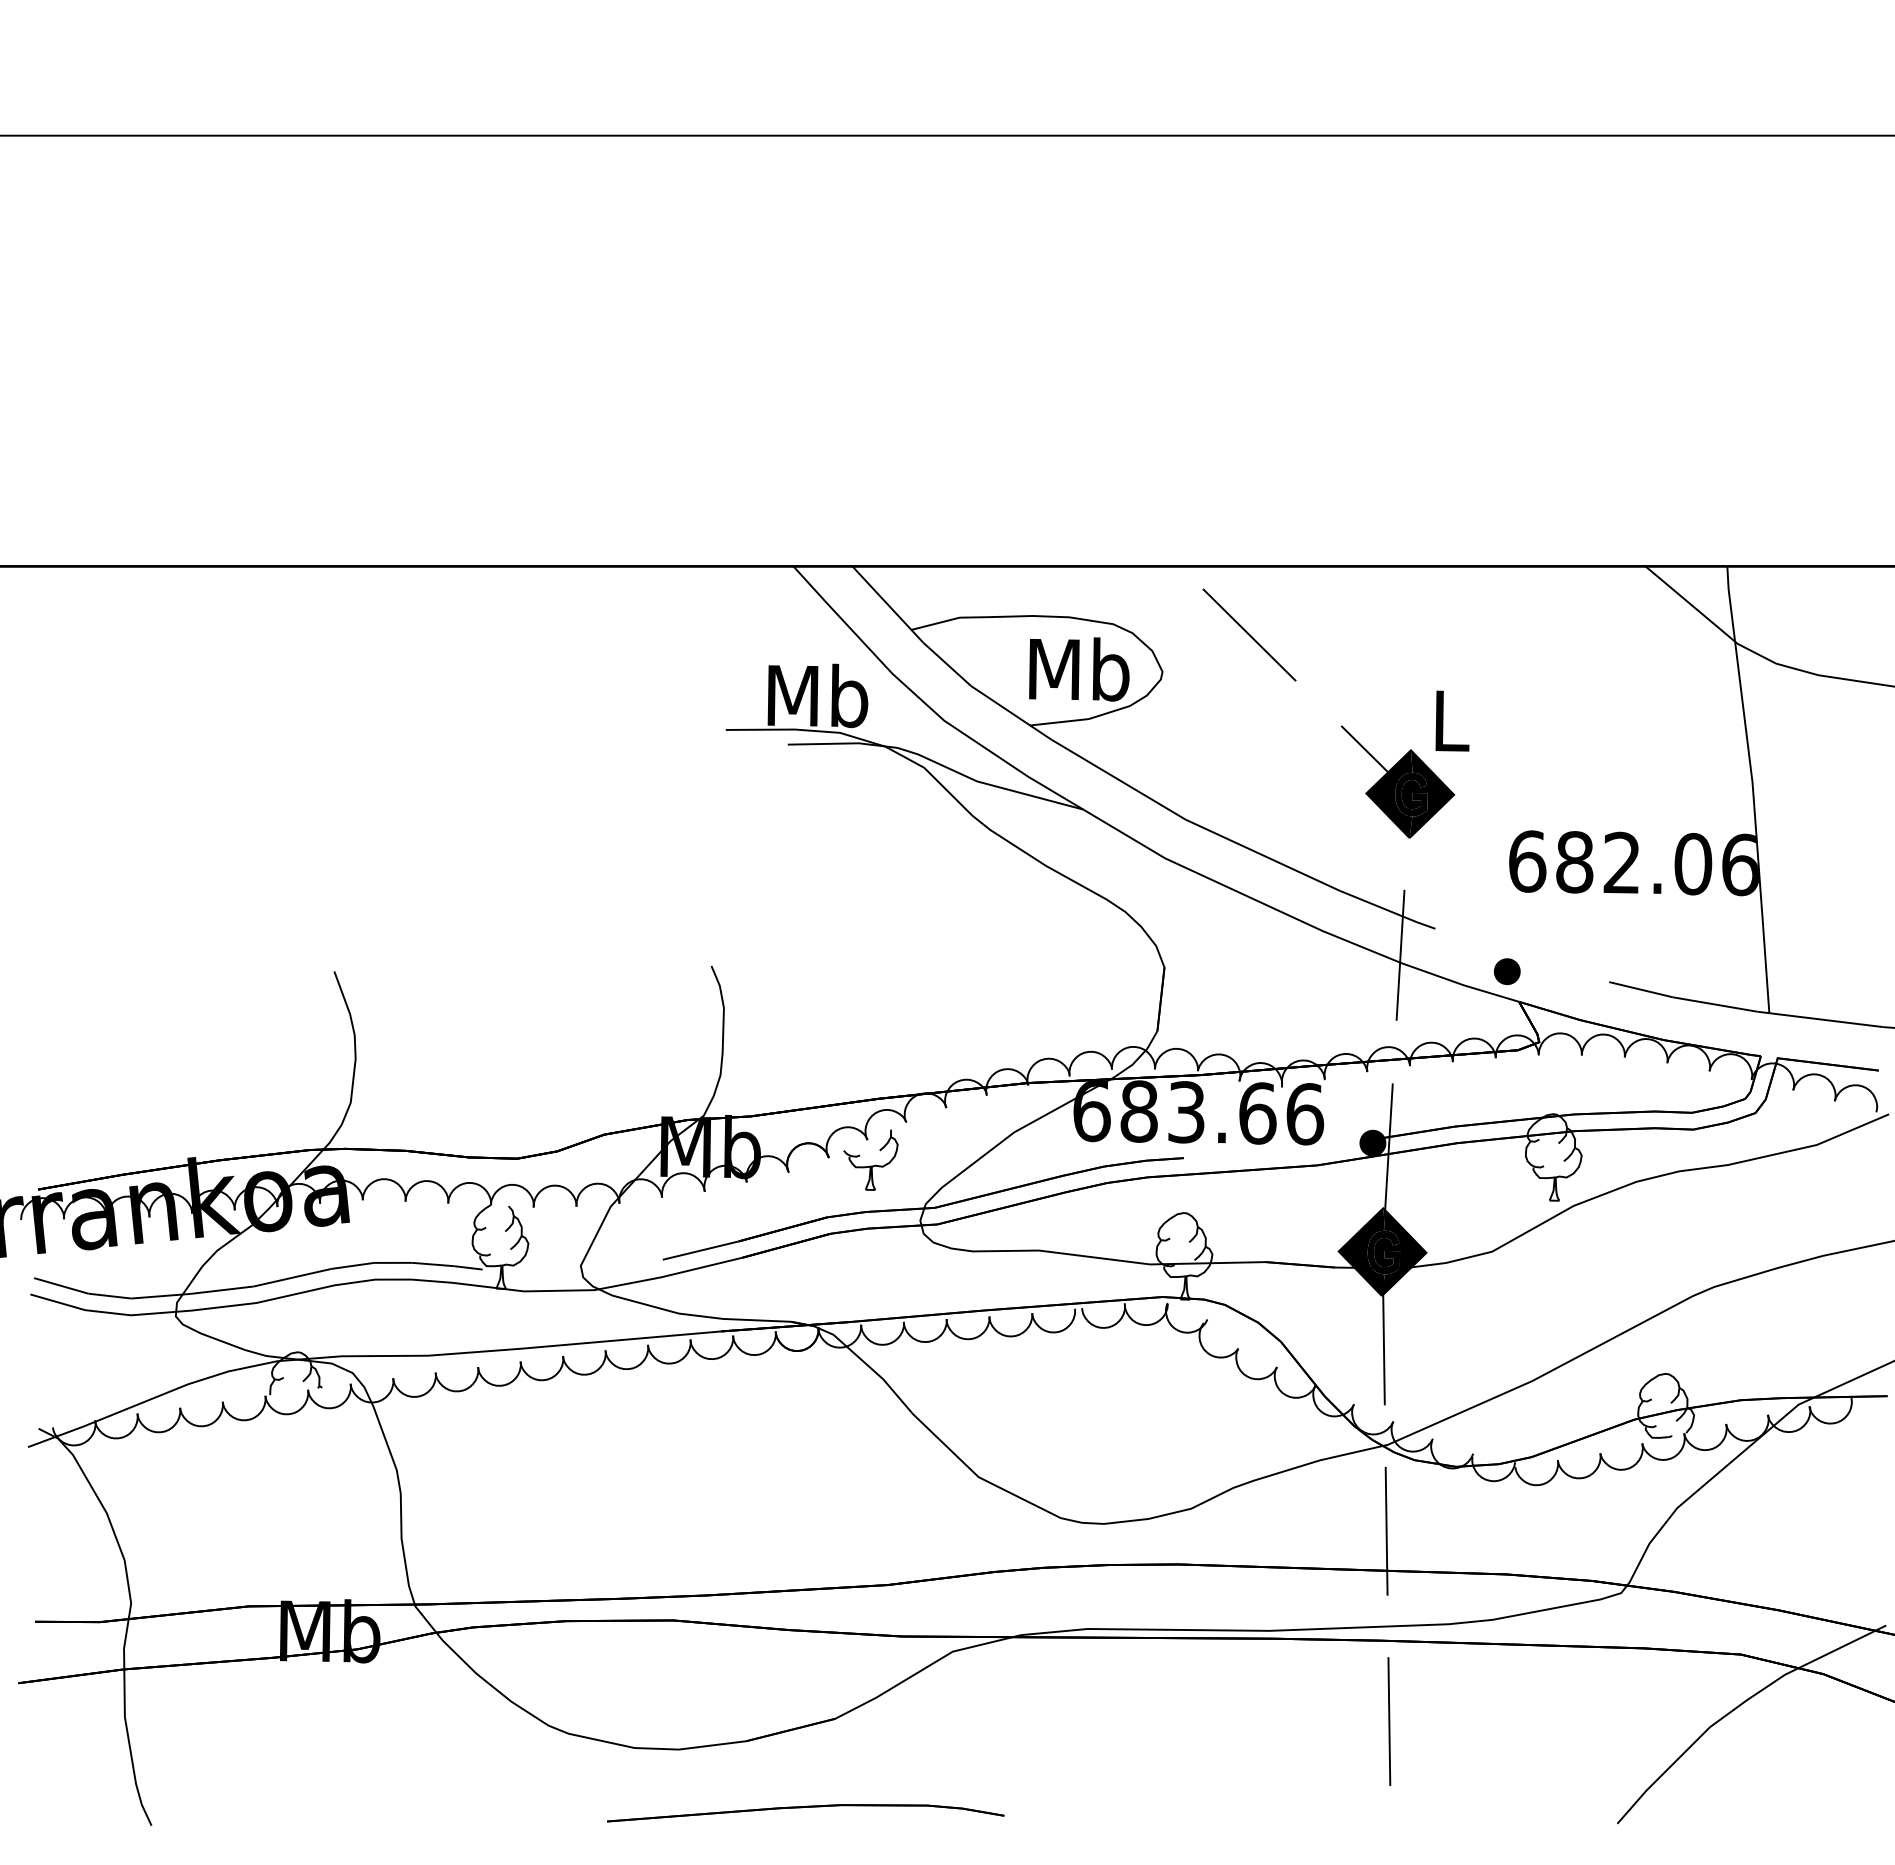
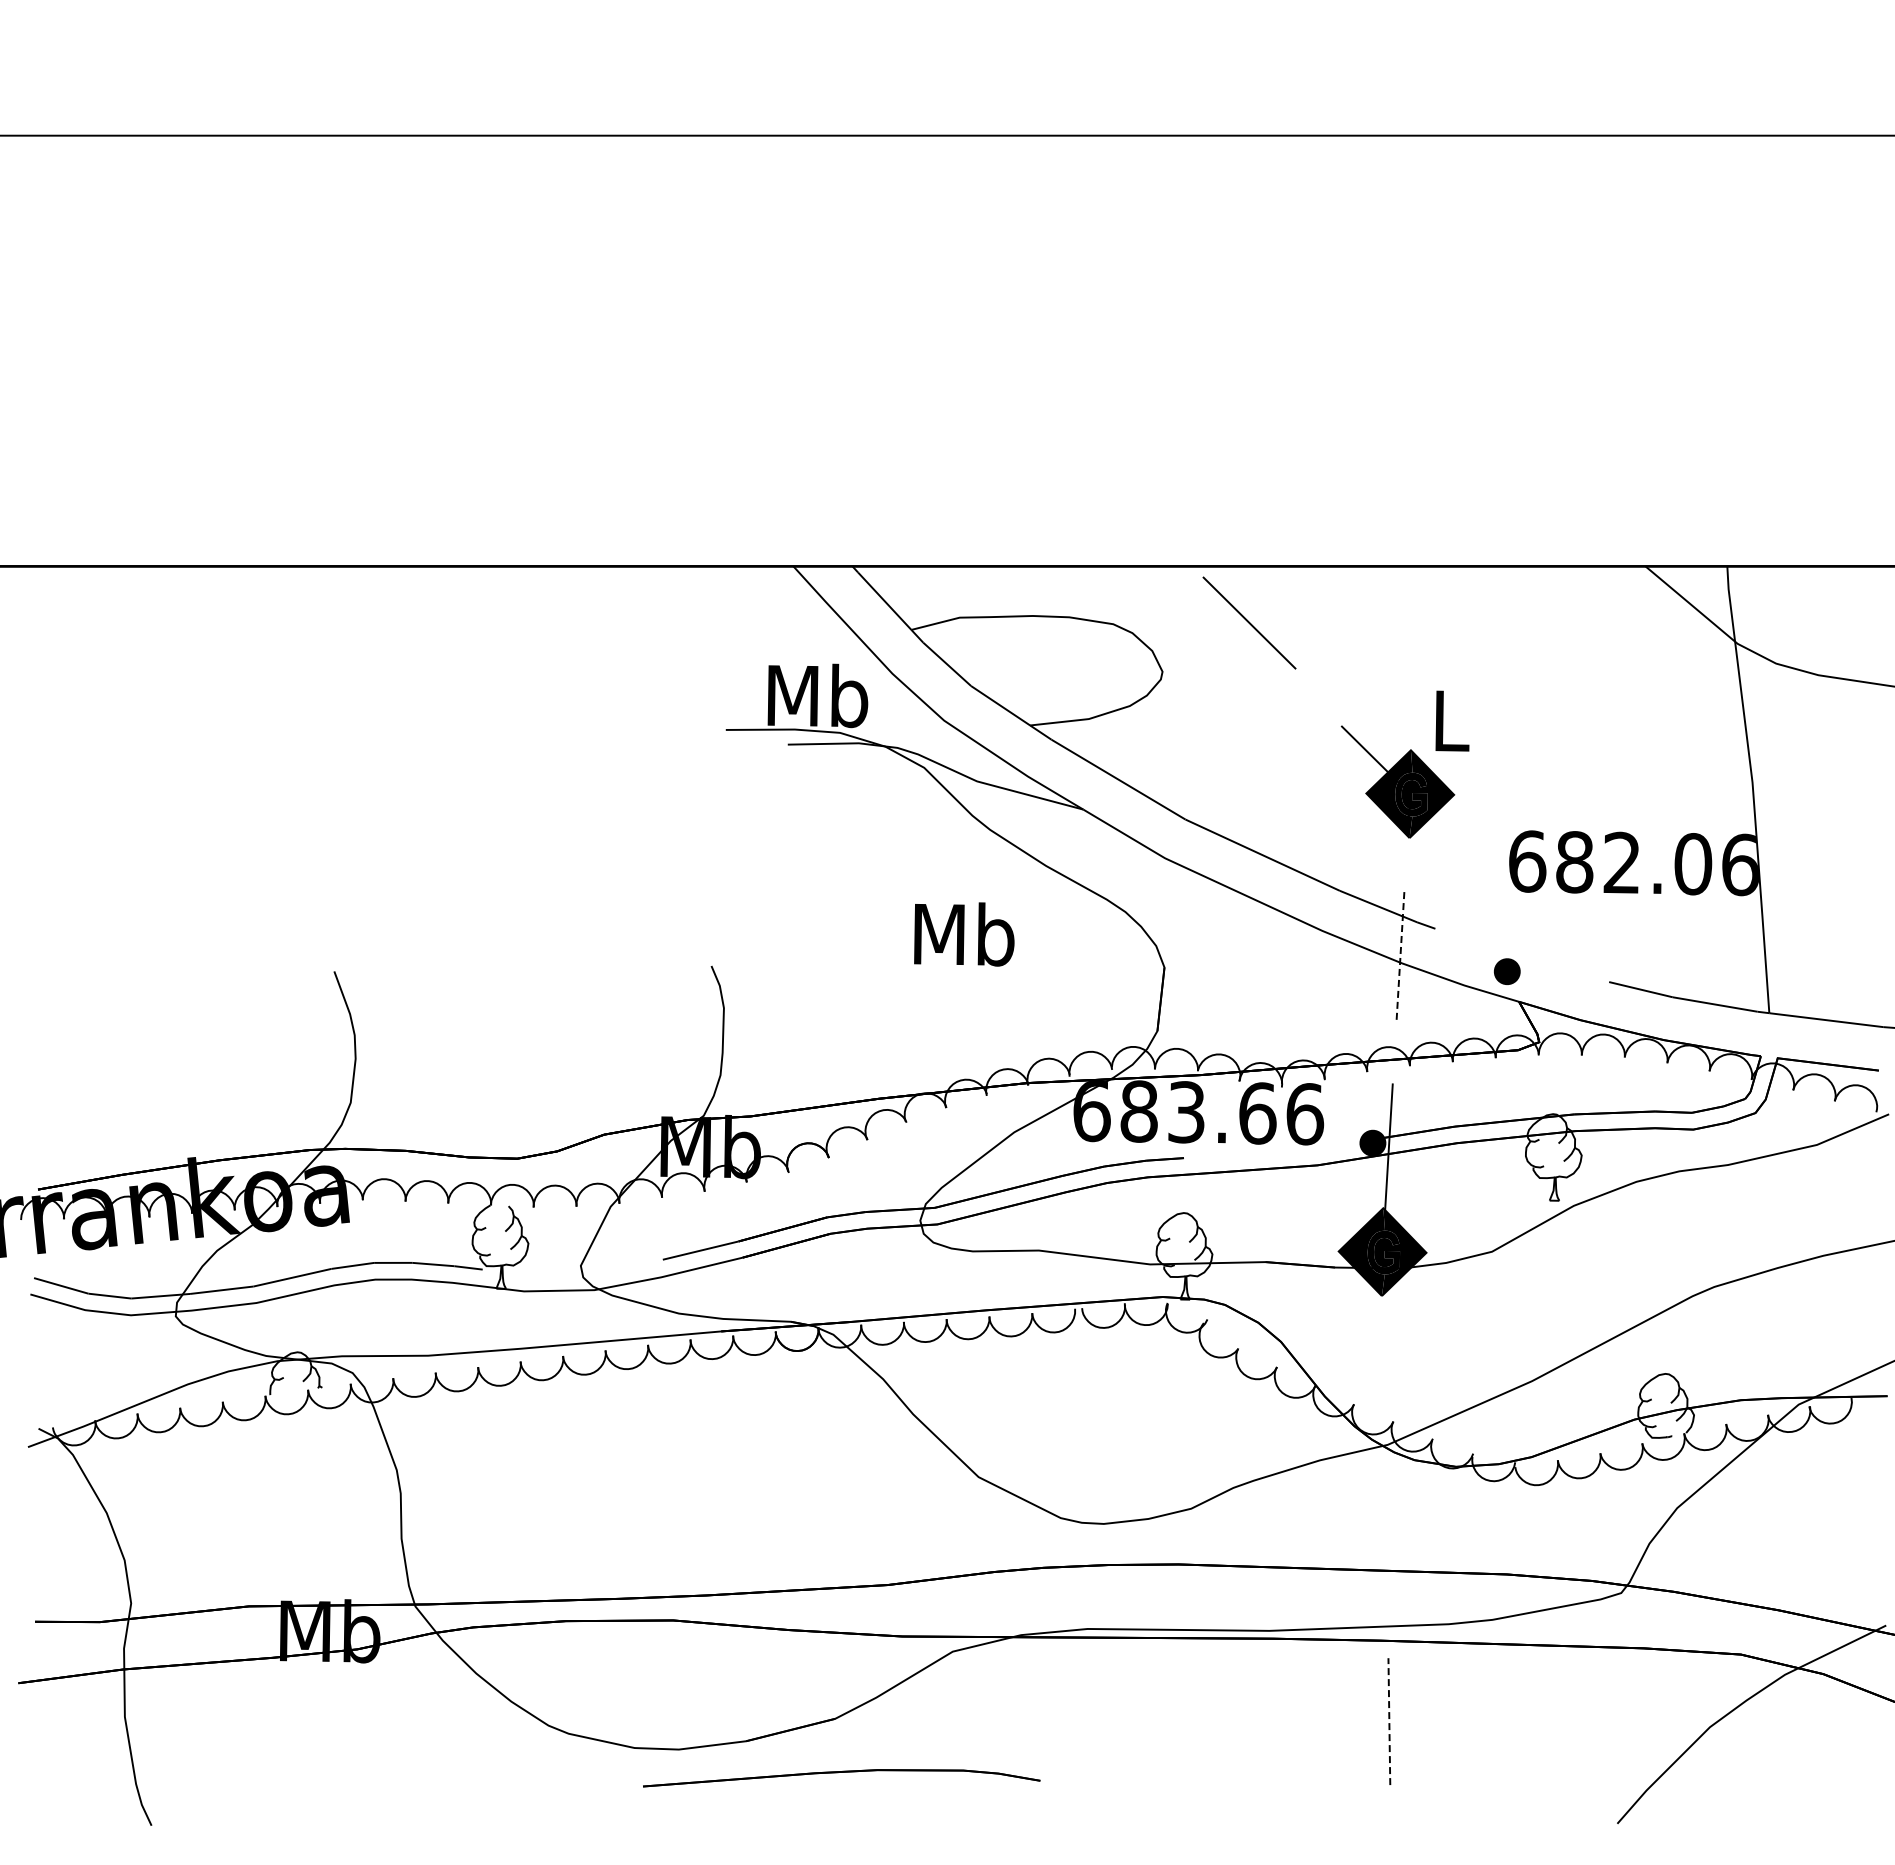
line at (1249, 634) position: (1249, 634) -> (1249, 622)
text at (1079, 669) position: (1079, 669) -> (964, 934)
line at (1400, 955): solid -> dashed
part at (870, 1159): present -> none
line at (1383, 1340): present -> none
line at (1386, 1530): present -> none
line at (1389, 1721): solid -> dashed
part at (805, 1813) position: (805, 1813) -> (841, 1778)
